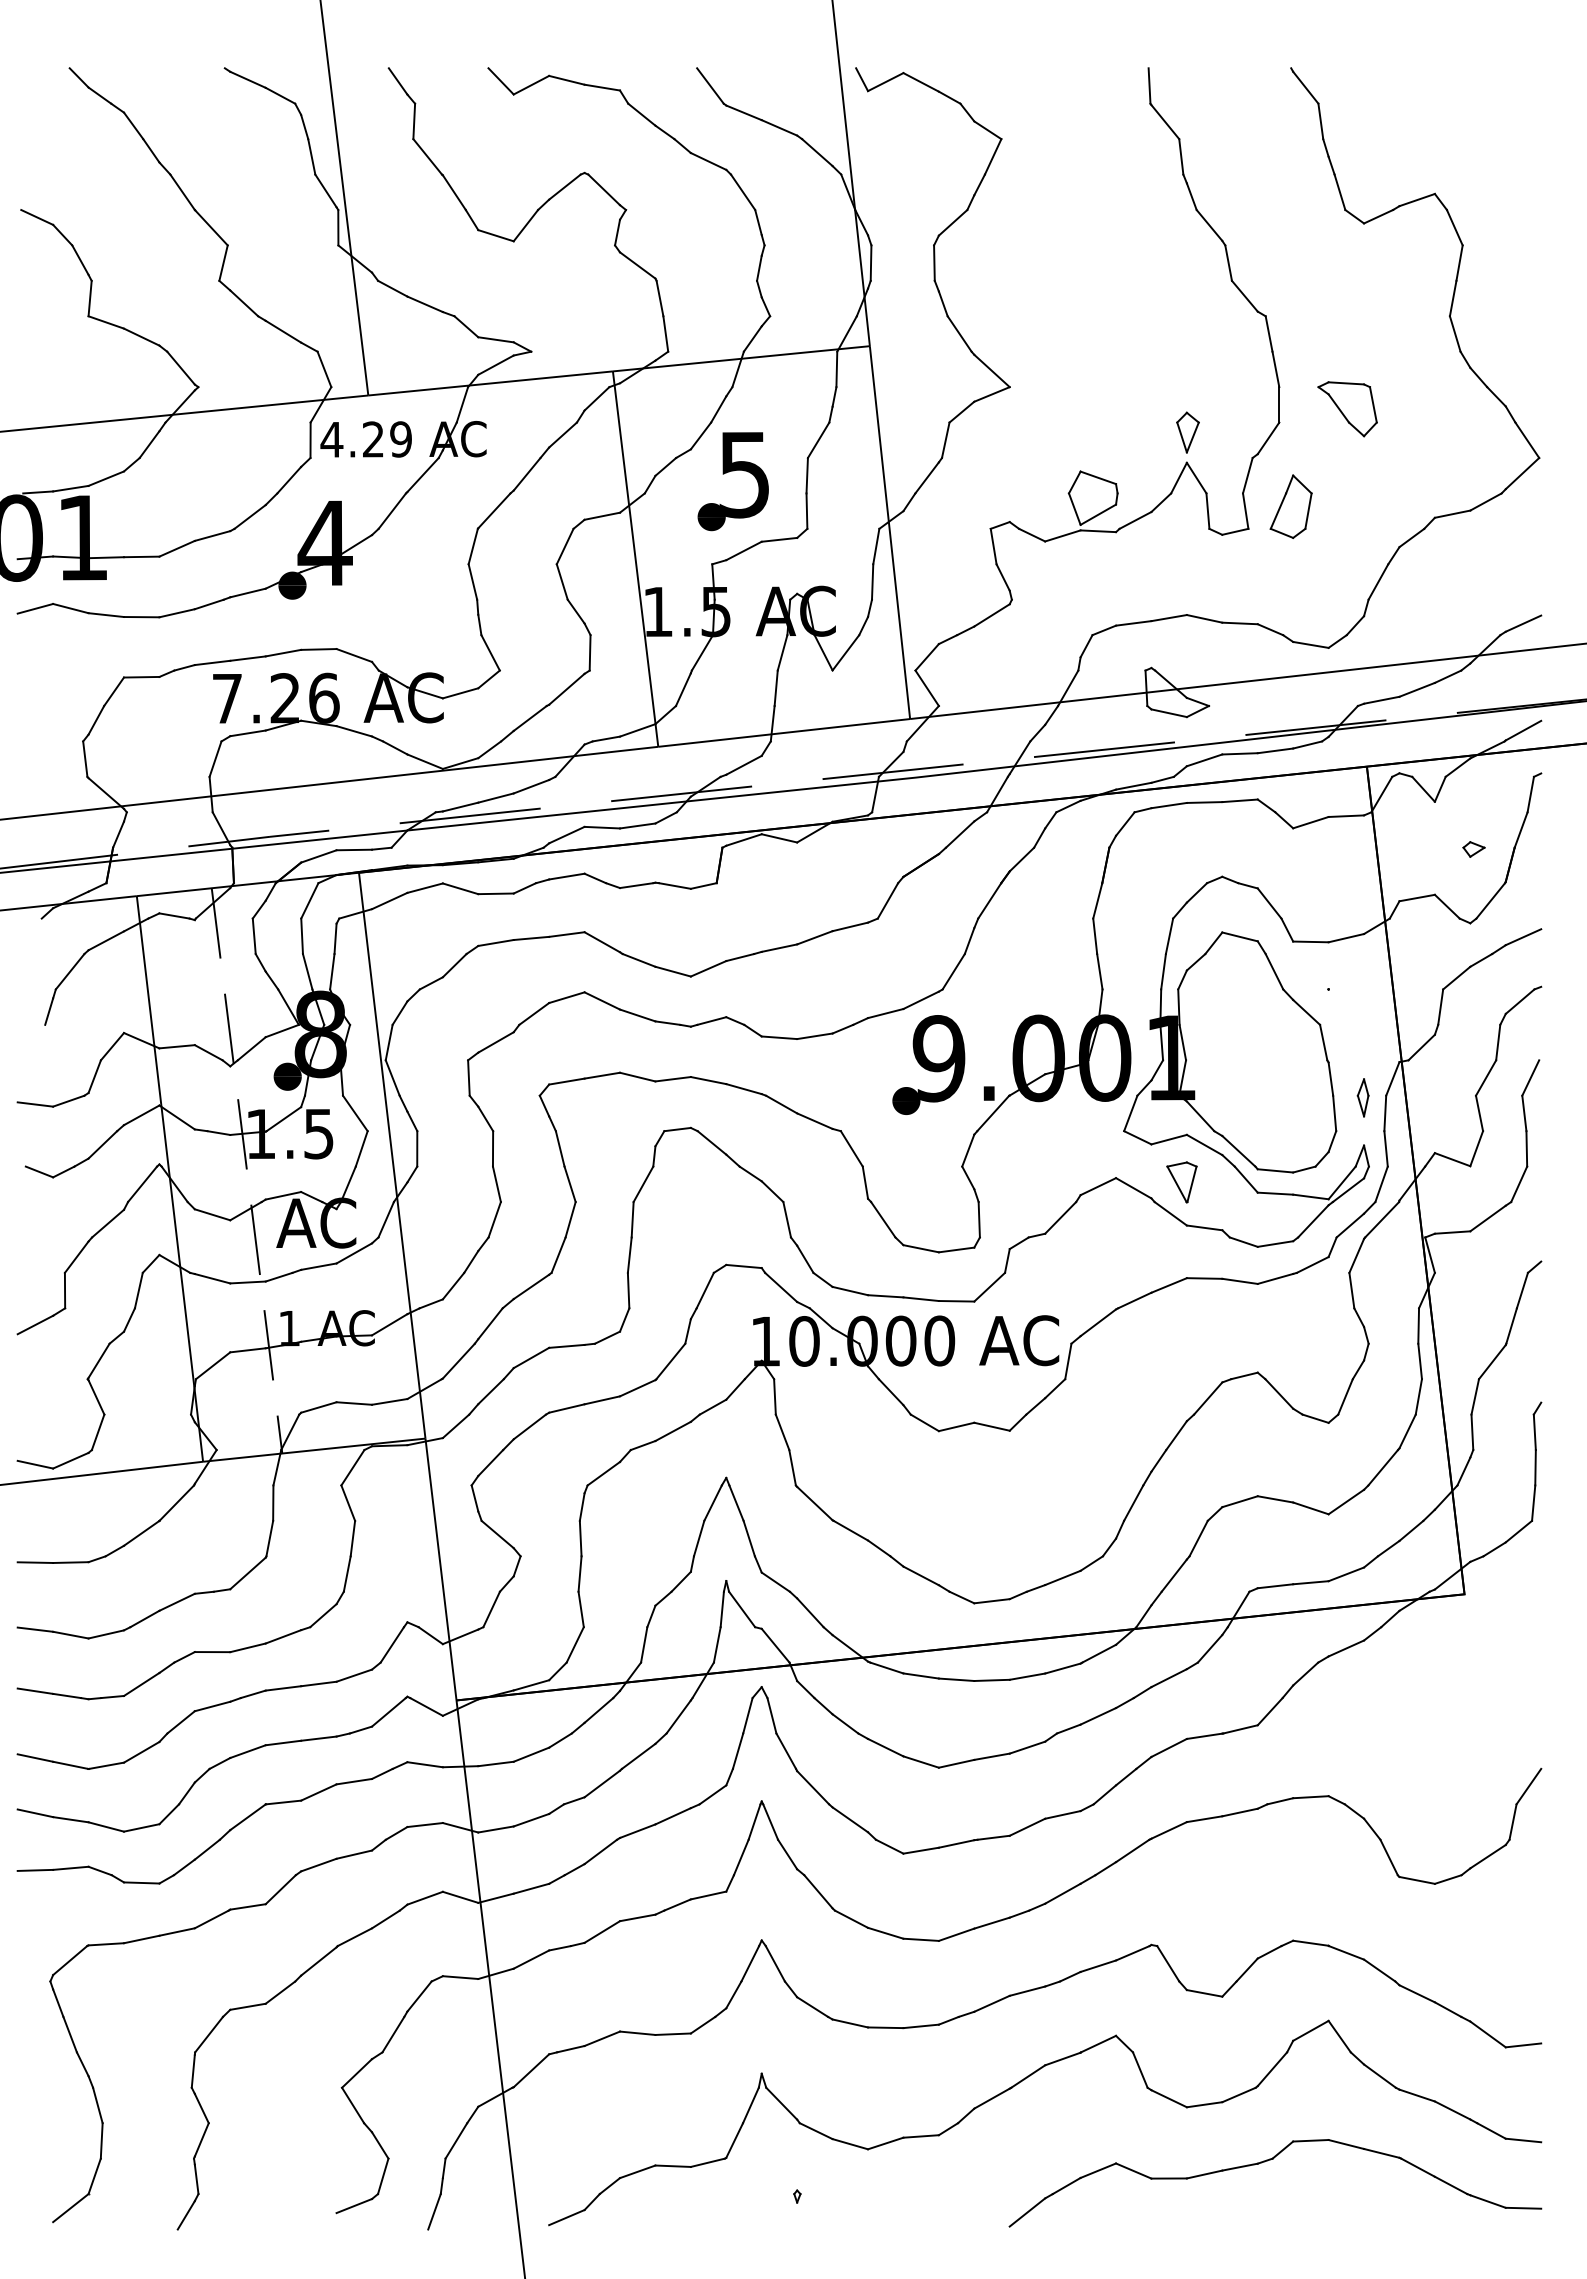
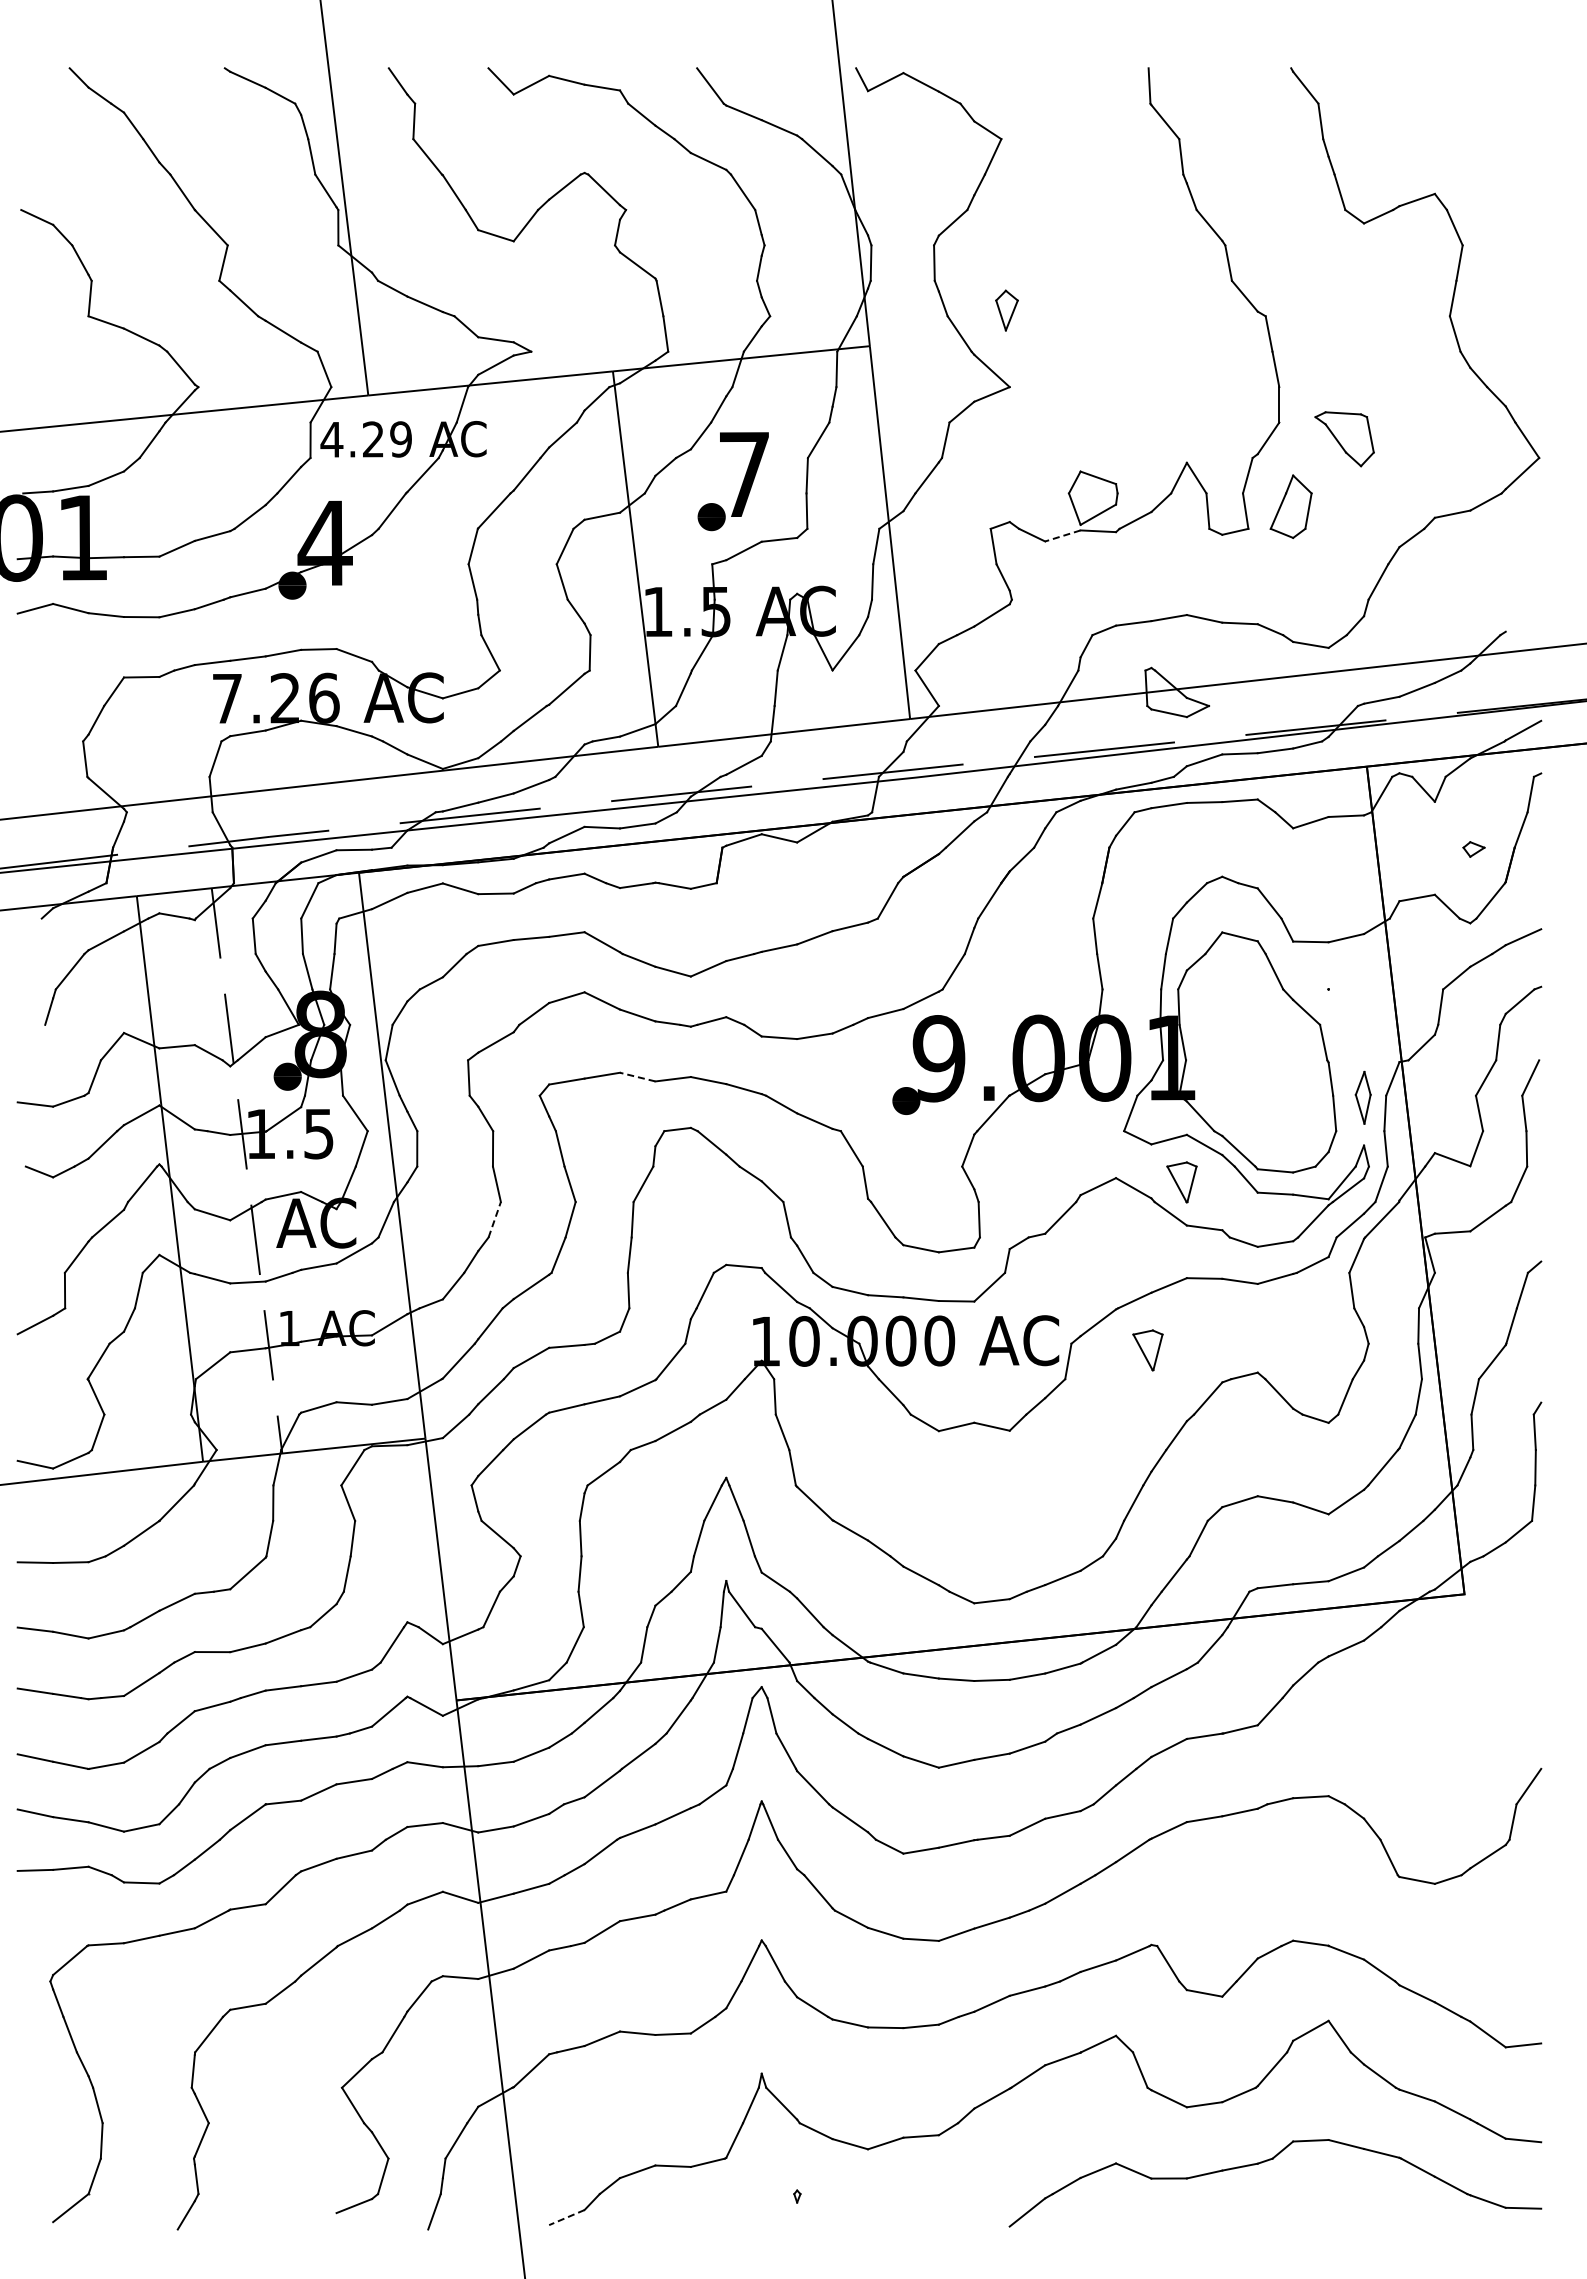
part at (1347, 409) position: (1347, 409) -> (1344, 439)
part at (1187, 432) position: (1187, 432) -> (1006, 310)
text at (743, 475): 5 -> 7
line at (1062, 535): solid -> dashed
line at (1523, 623): present -> none
line at (637, 1076): solid -> dashed
part at (1362, 1097) size: 14x40 px -> 18x55 px
line at (494, 1219): solid -> dashed
part at (1147, 1350): none -> present
line at (566, 2217): solid -> dashed
